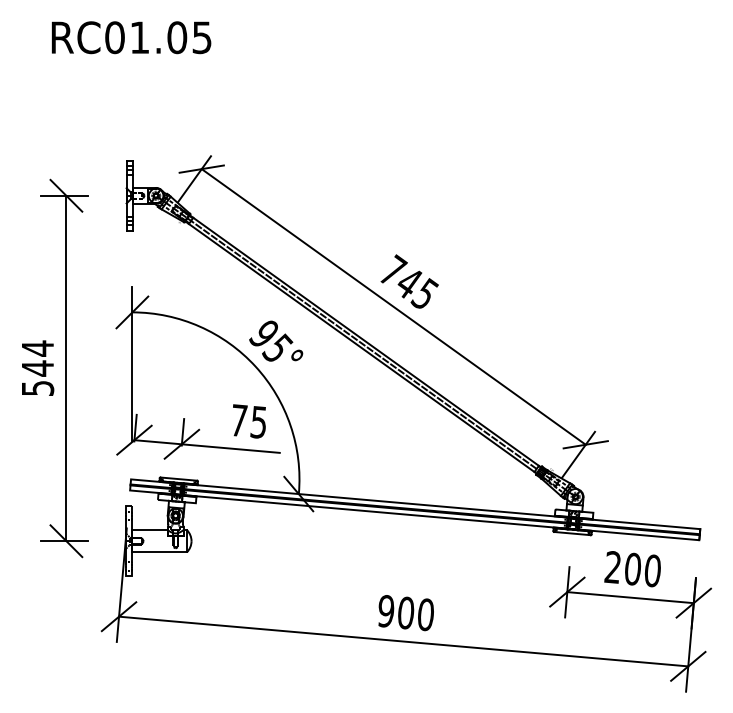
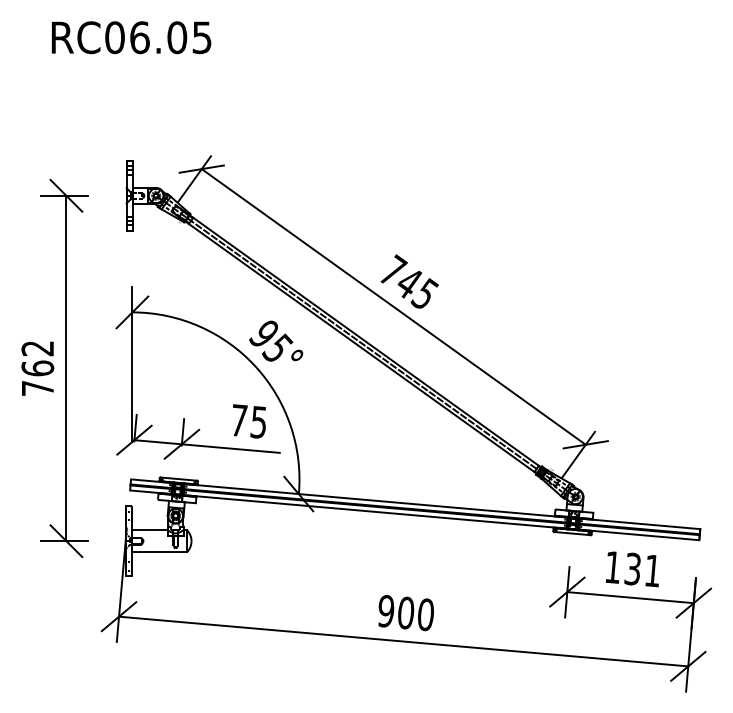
text at (139, 37): RC01.05 -> RC06.05
text at (37, 367): 544 -> 762
text at (632, 569): 200 -> 131
